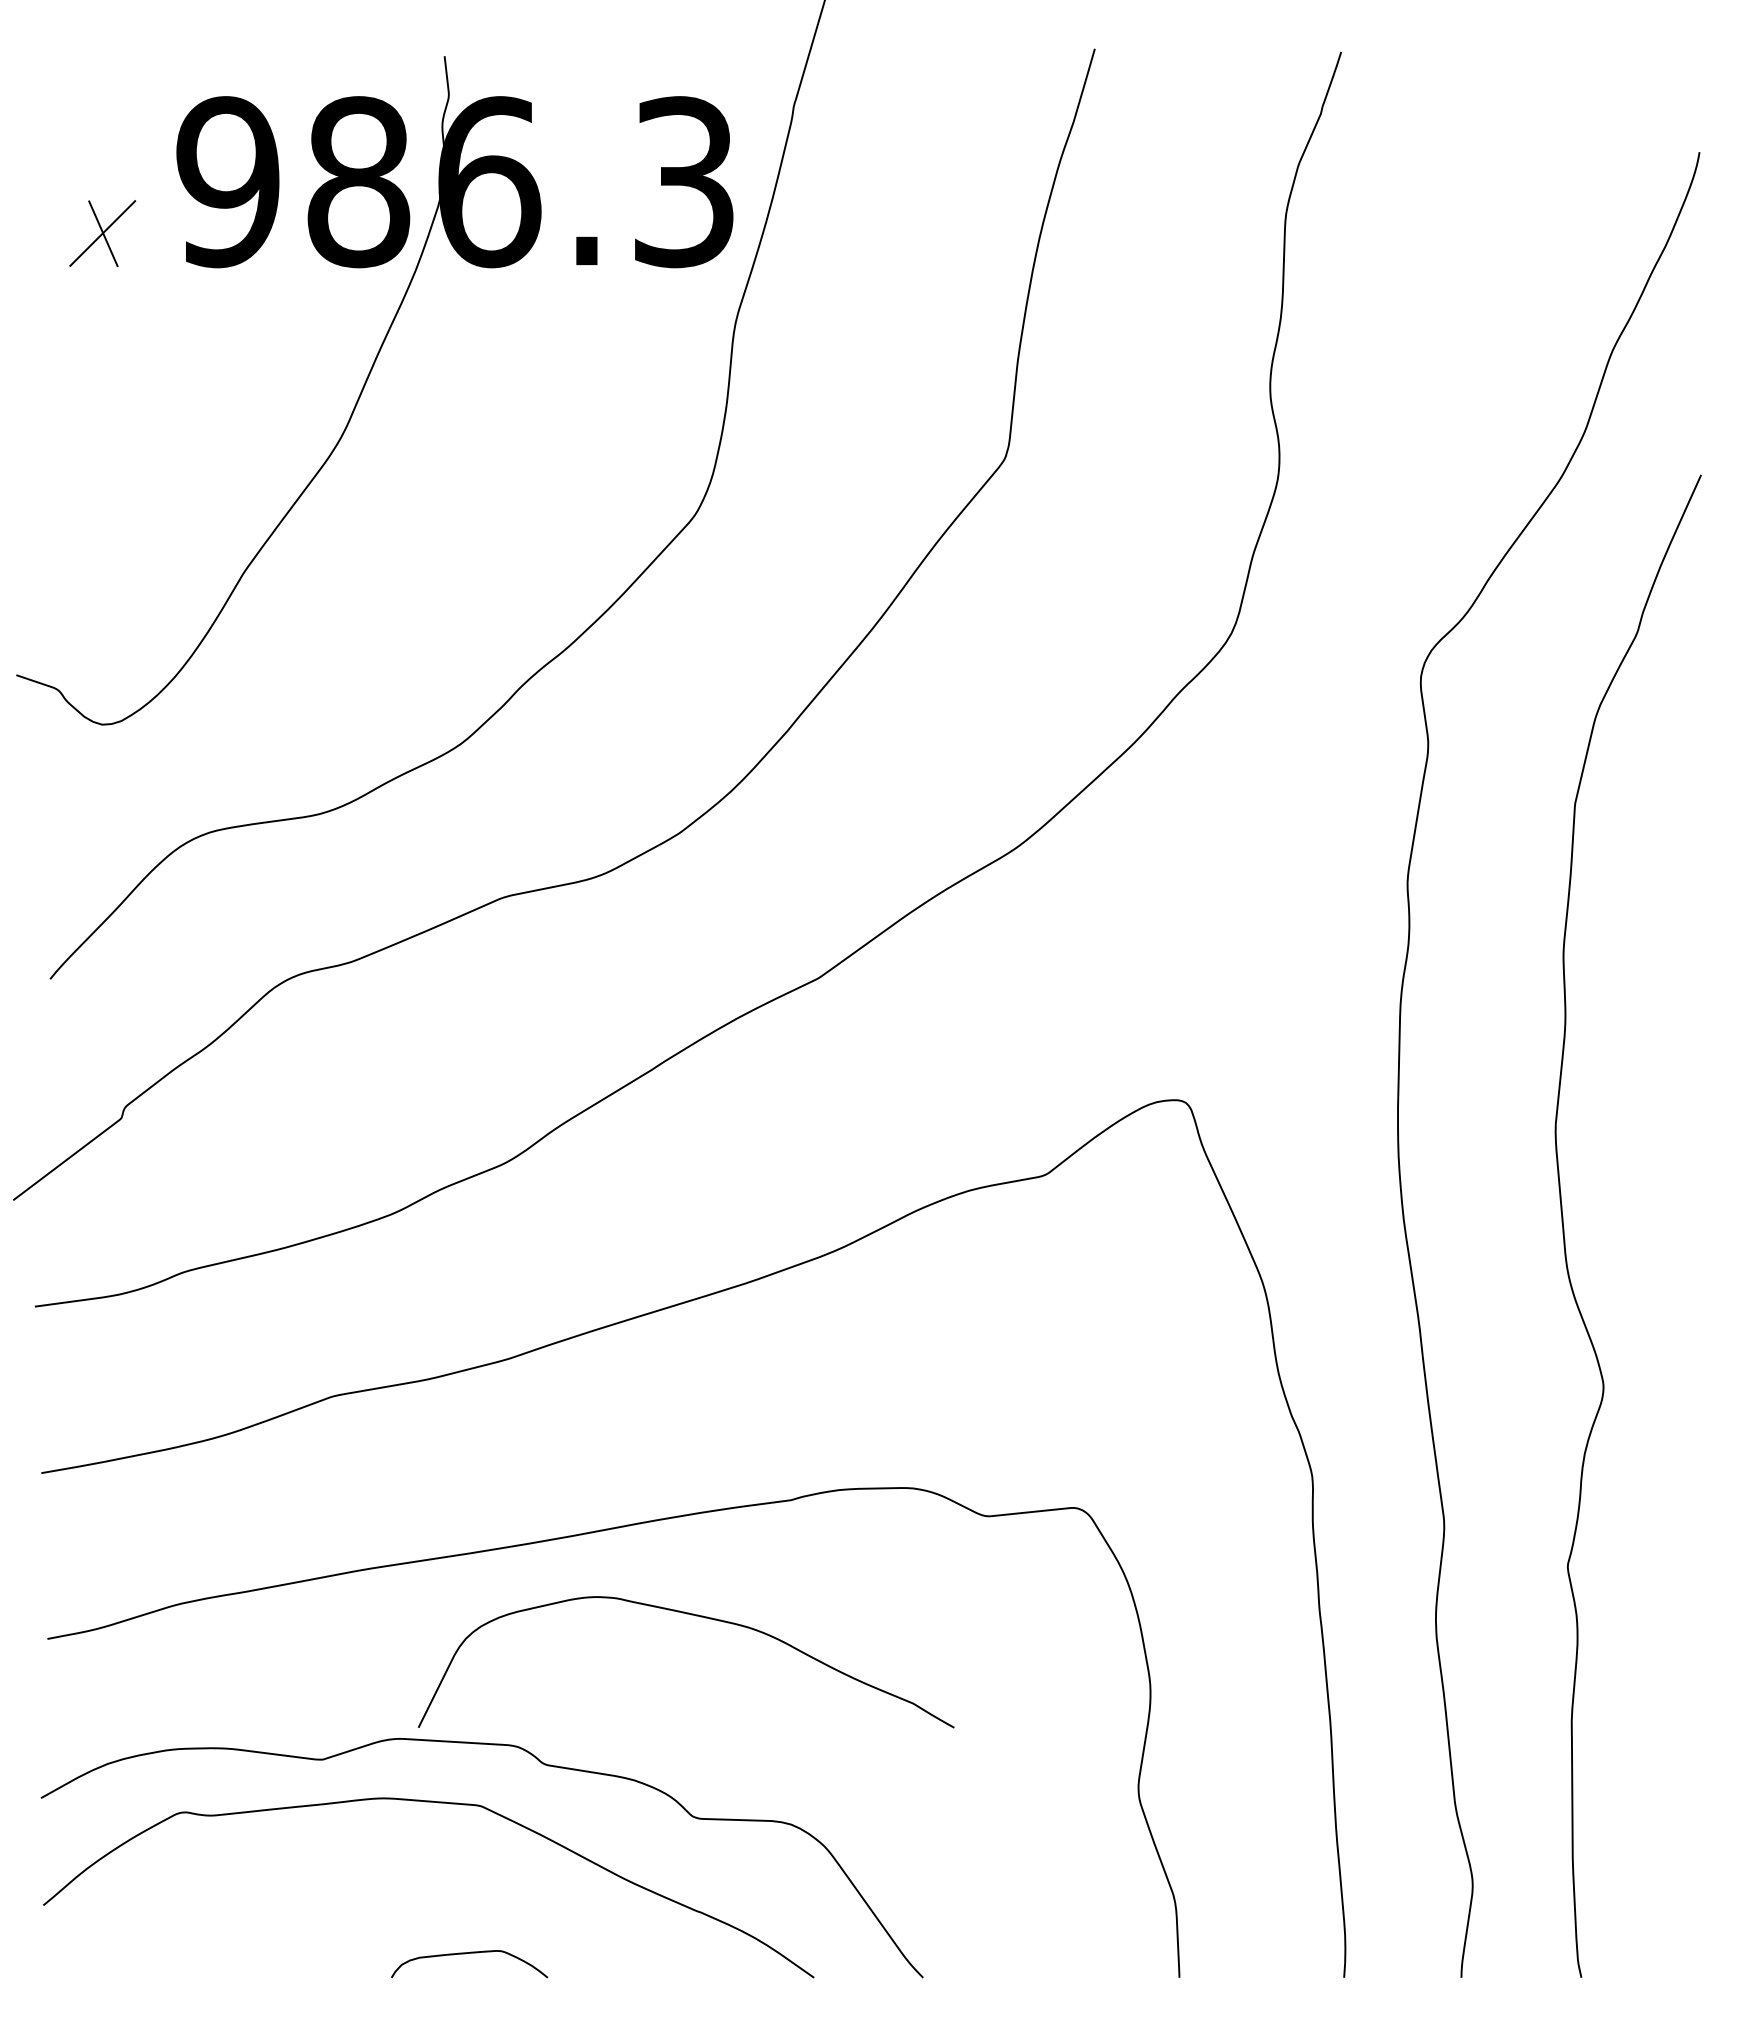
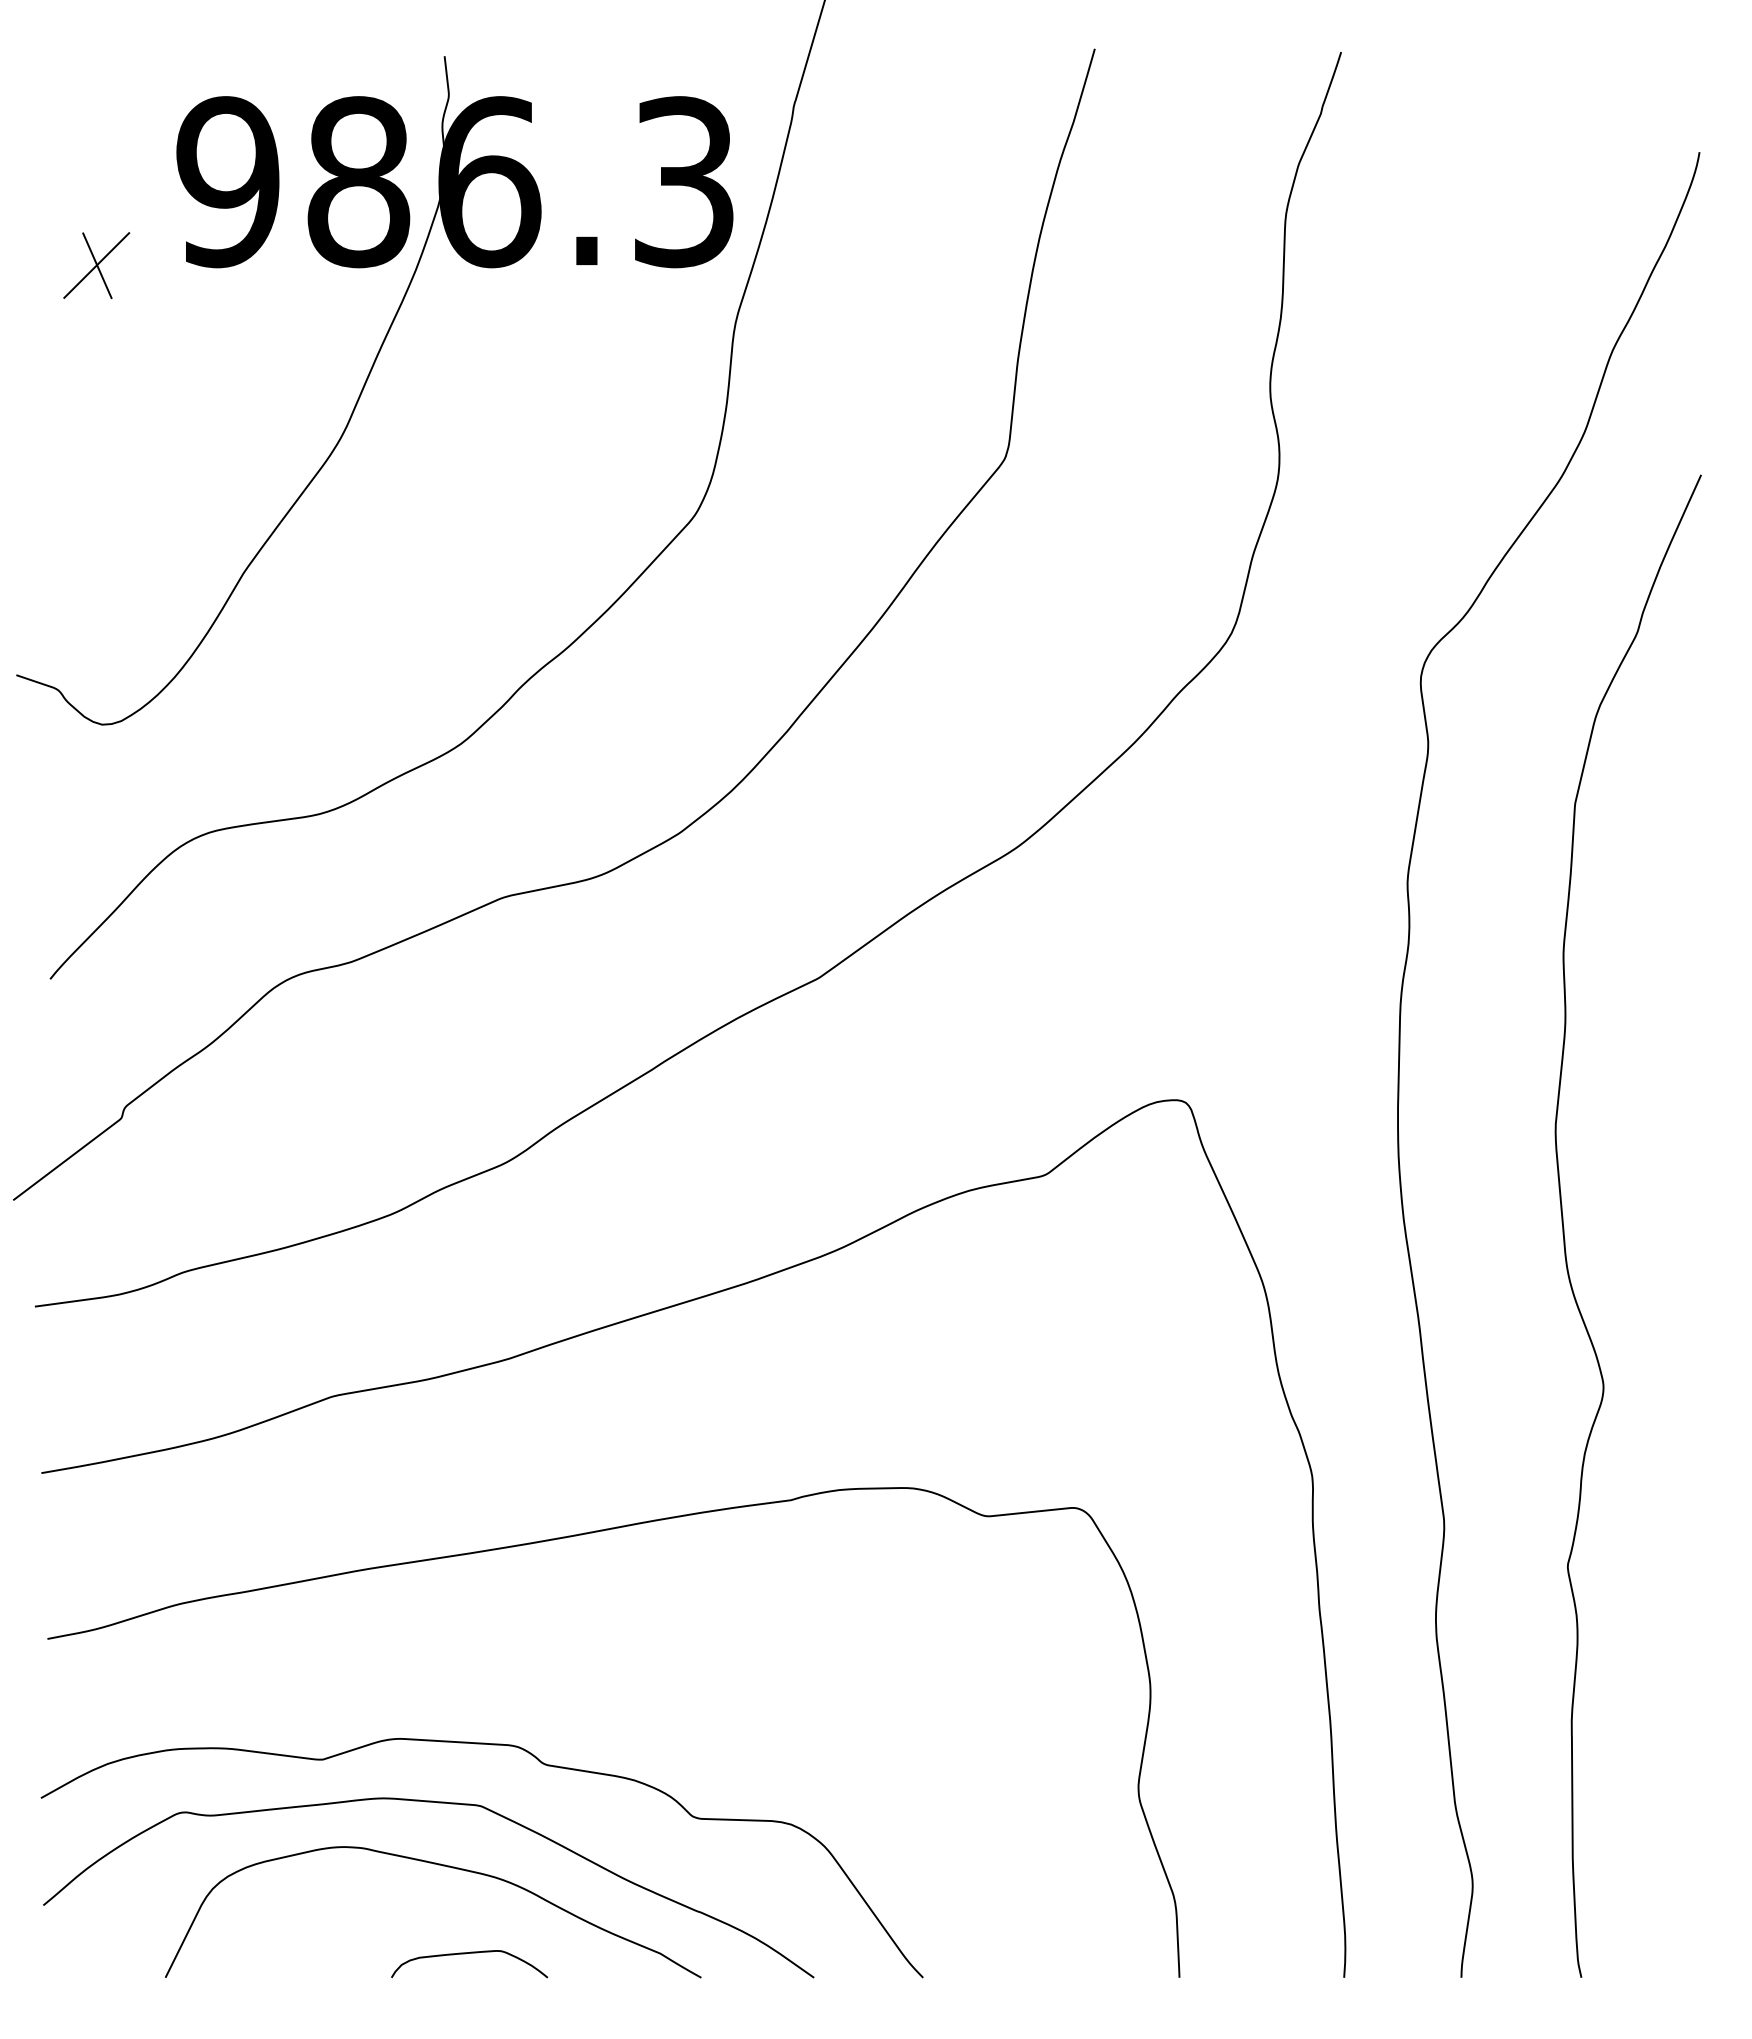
part at (102, 233) position: (102, 233) -> (96, 265)
curve at (696, 1616) position: (696, 1616) -> (443, 1866)
